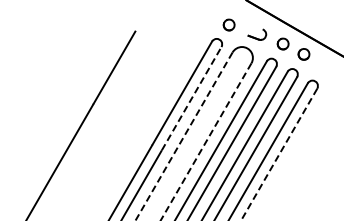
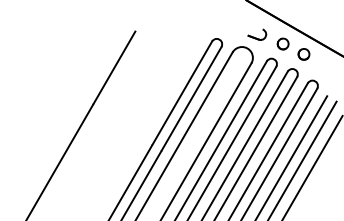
part at (228, 24): present -> none
line at (191, 98): dashed -> solid
line at (184, 136): dashed -> solid
line at (205, 142): dashed -> solid
line at (279, 154): dashed -> solid
line at (292, 156): none -> present
line at (302, 159): none -> present
line at (312, 168): none -> present
